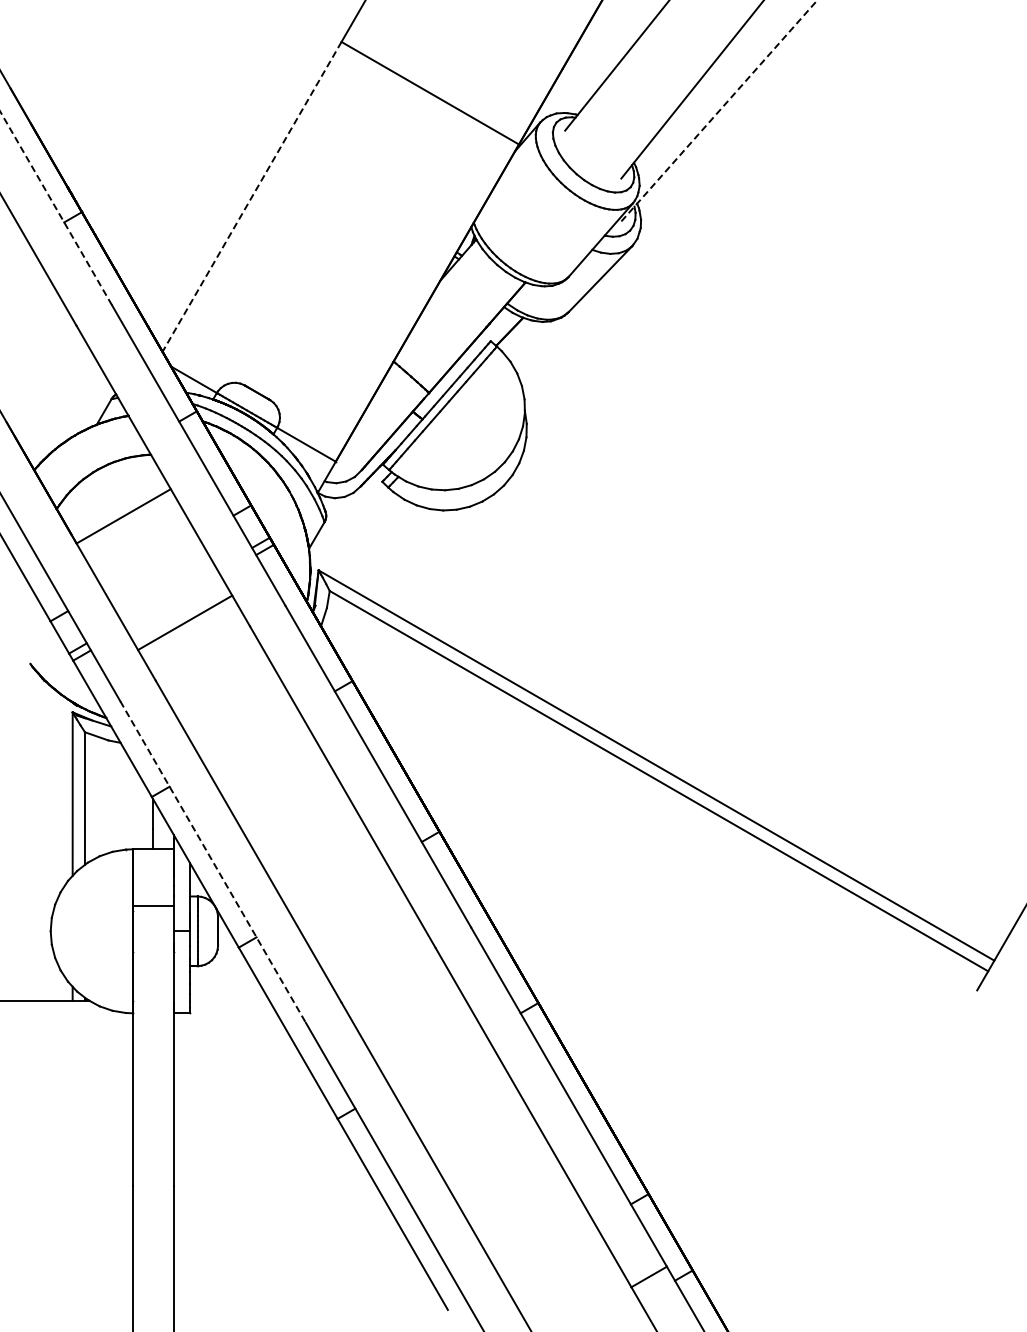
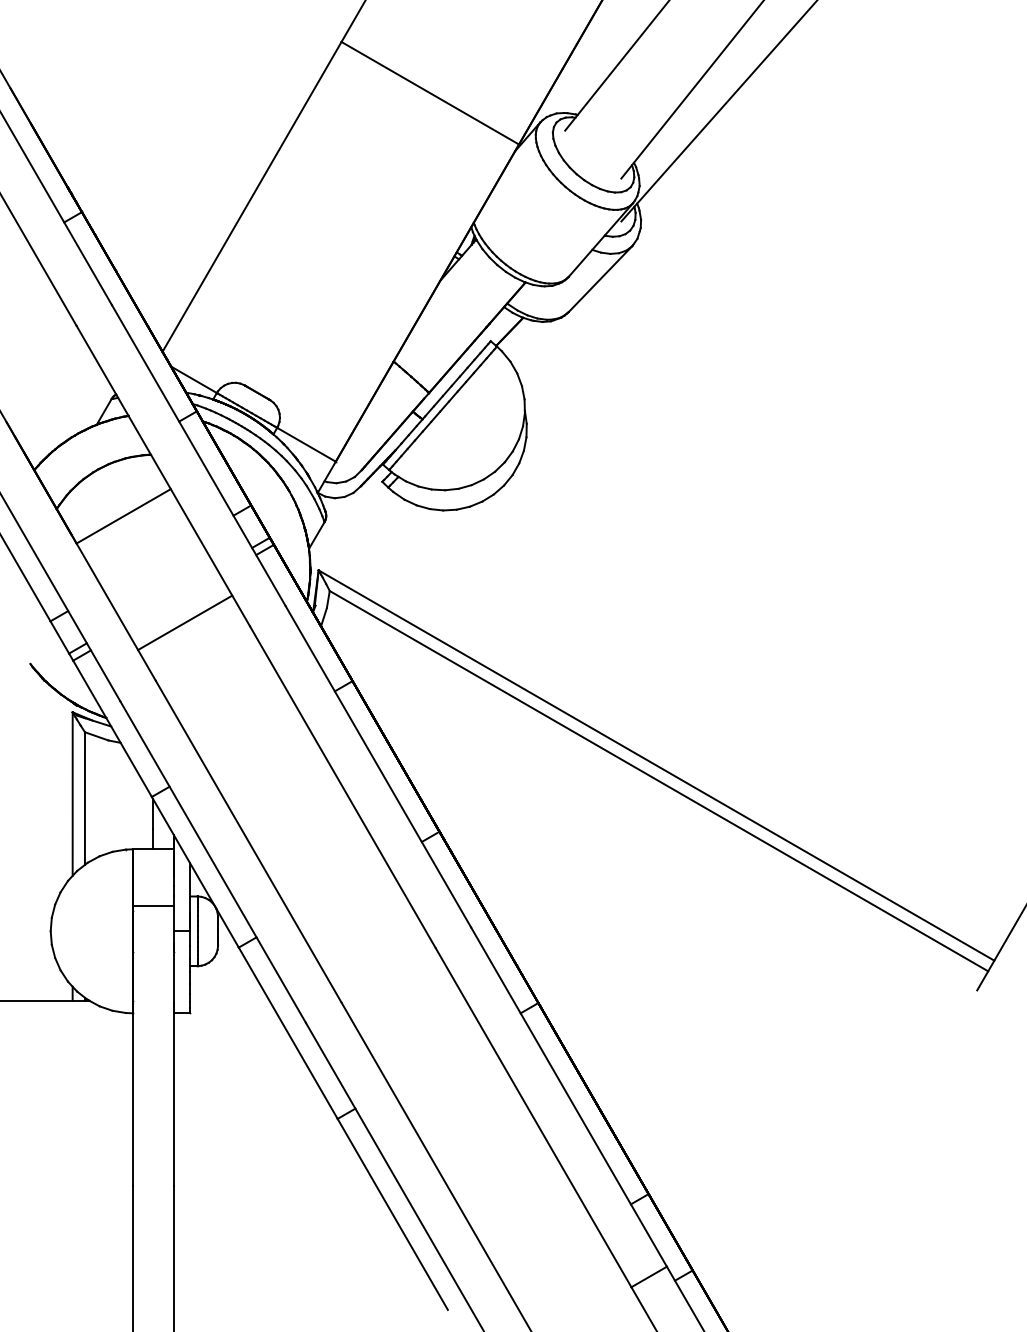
line at (719, 110): dashed -> solid
line at (252, 196): dashed -> solid
line at (56, 208): dashed -> solid
line at (213, 862): dashed -> solid
